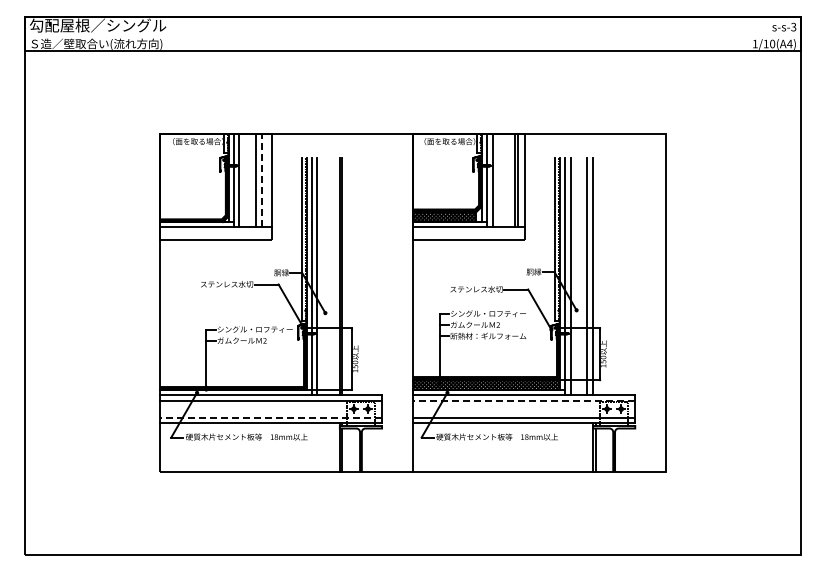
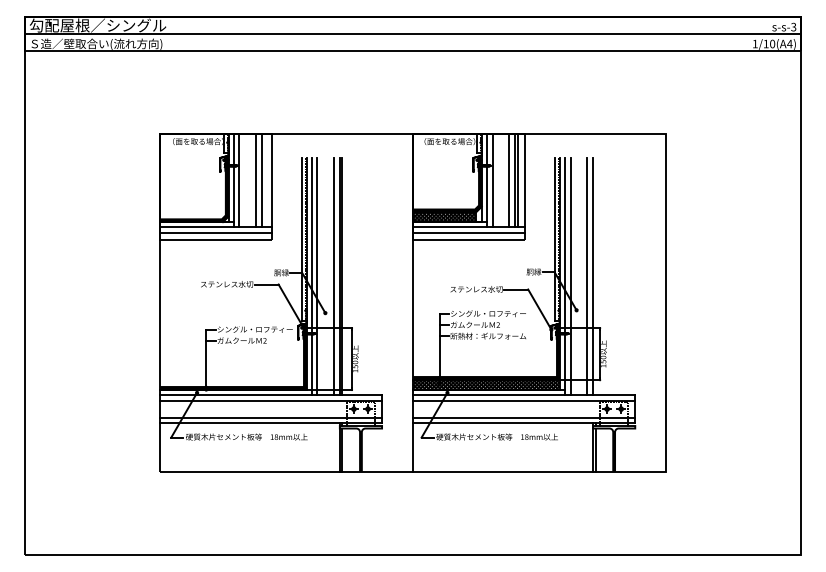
line at (412, 34): none -> present
line at (261, 180): dashed -> solid
line at (509, 180): none -> present
line at (215, 232): none -> present
line at (468, 232): none -> present
line at (334, 276): none -> present
line at (523, 400): dashed -> solid
line at (270, 417): dashed -> solid
